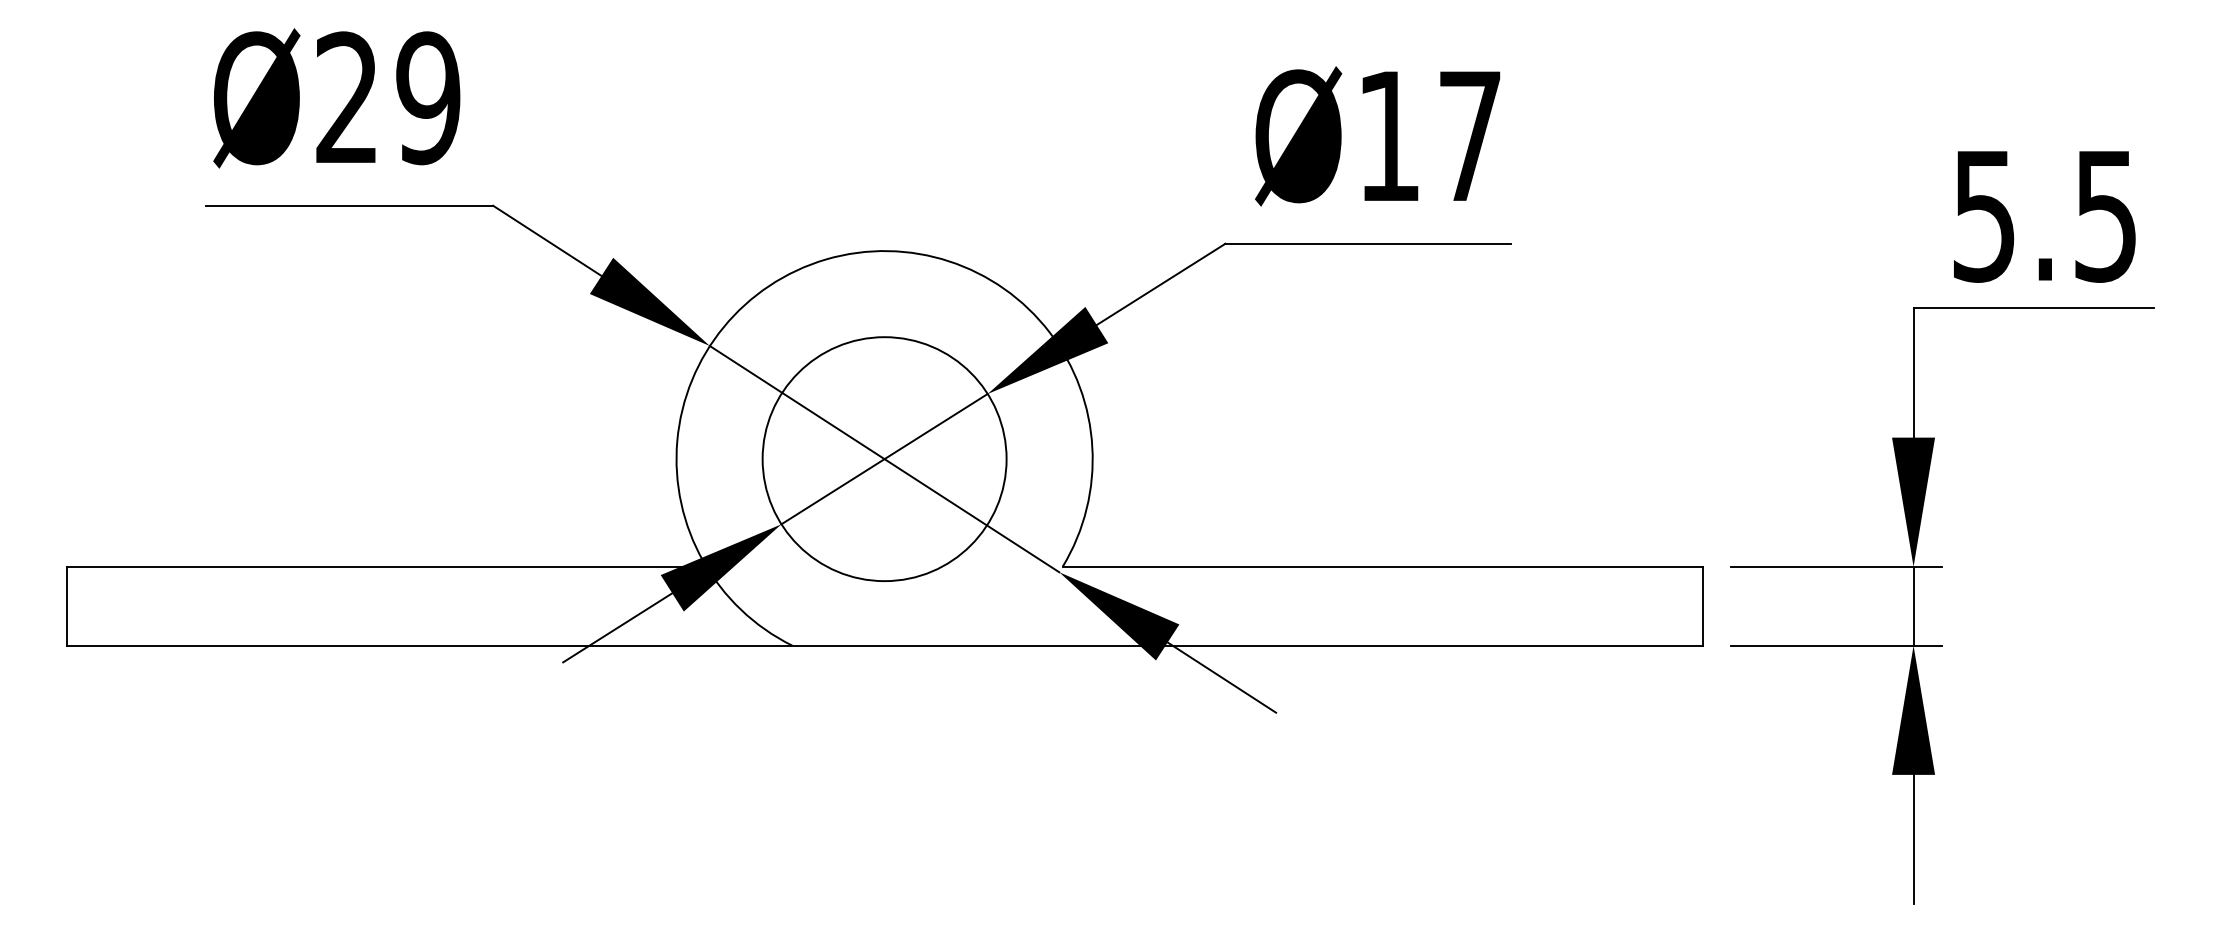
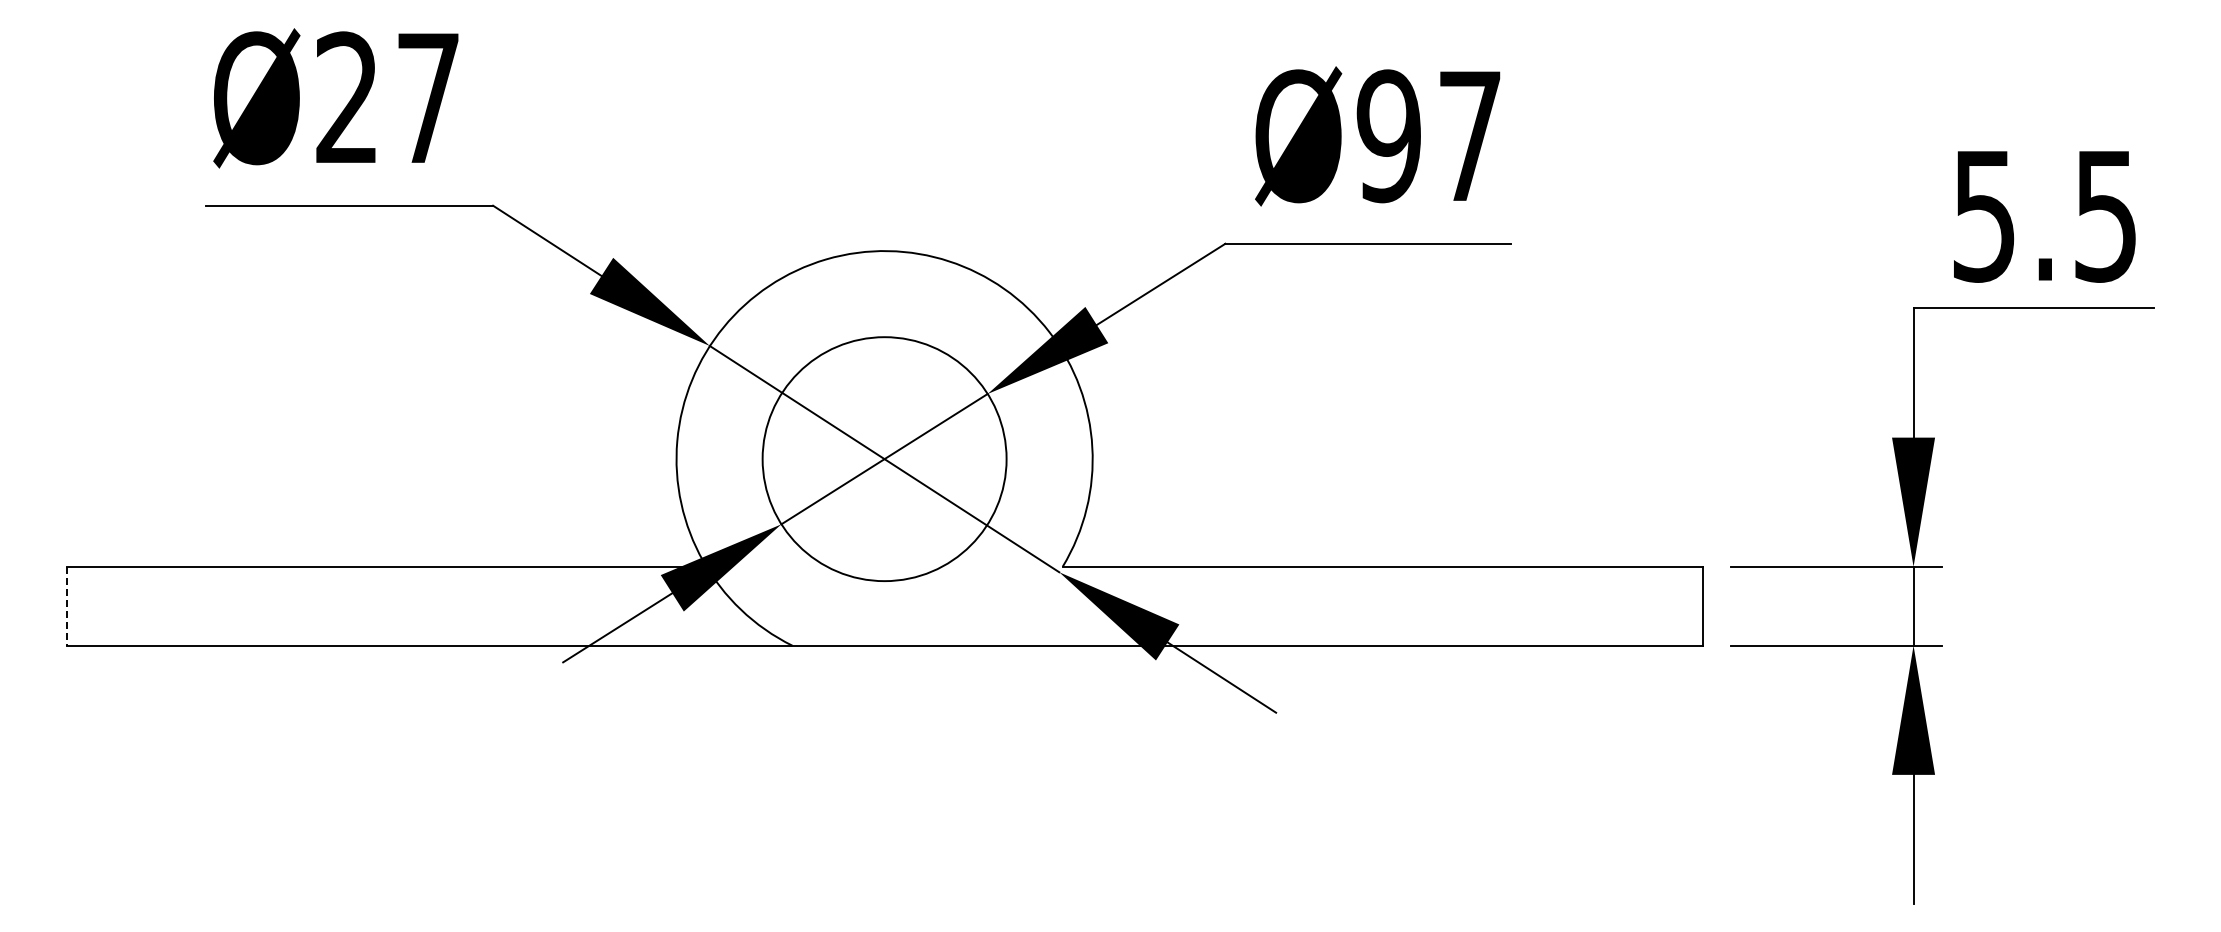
text at (428, 98): Ø29 -> Ø27
text at (1388, 136): Ø17 -> Ø97
line at (66, 606): solid -> dashed
